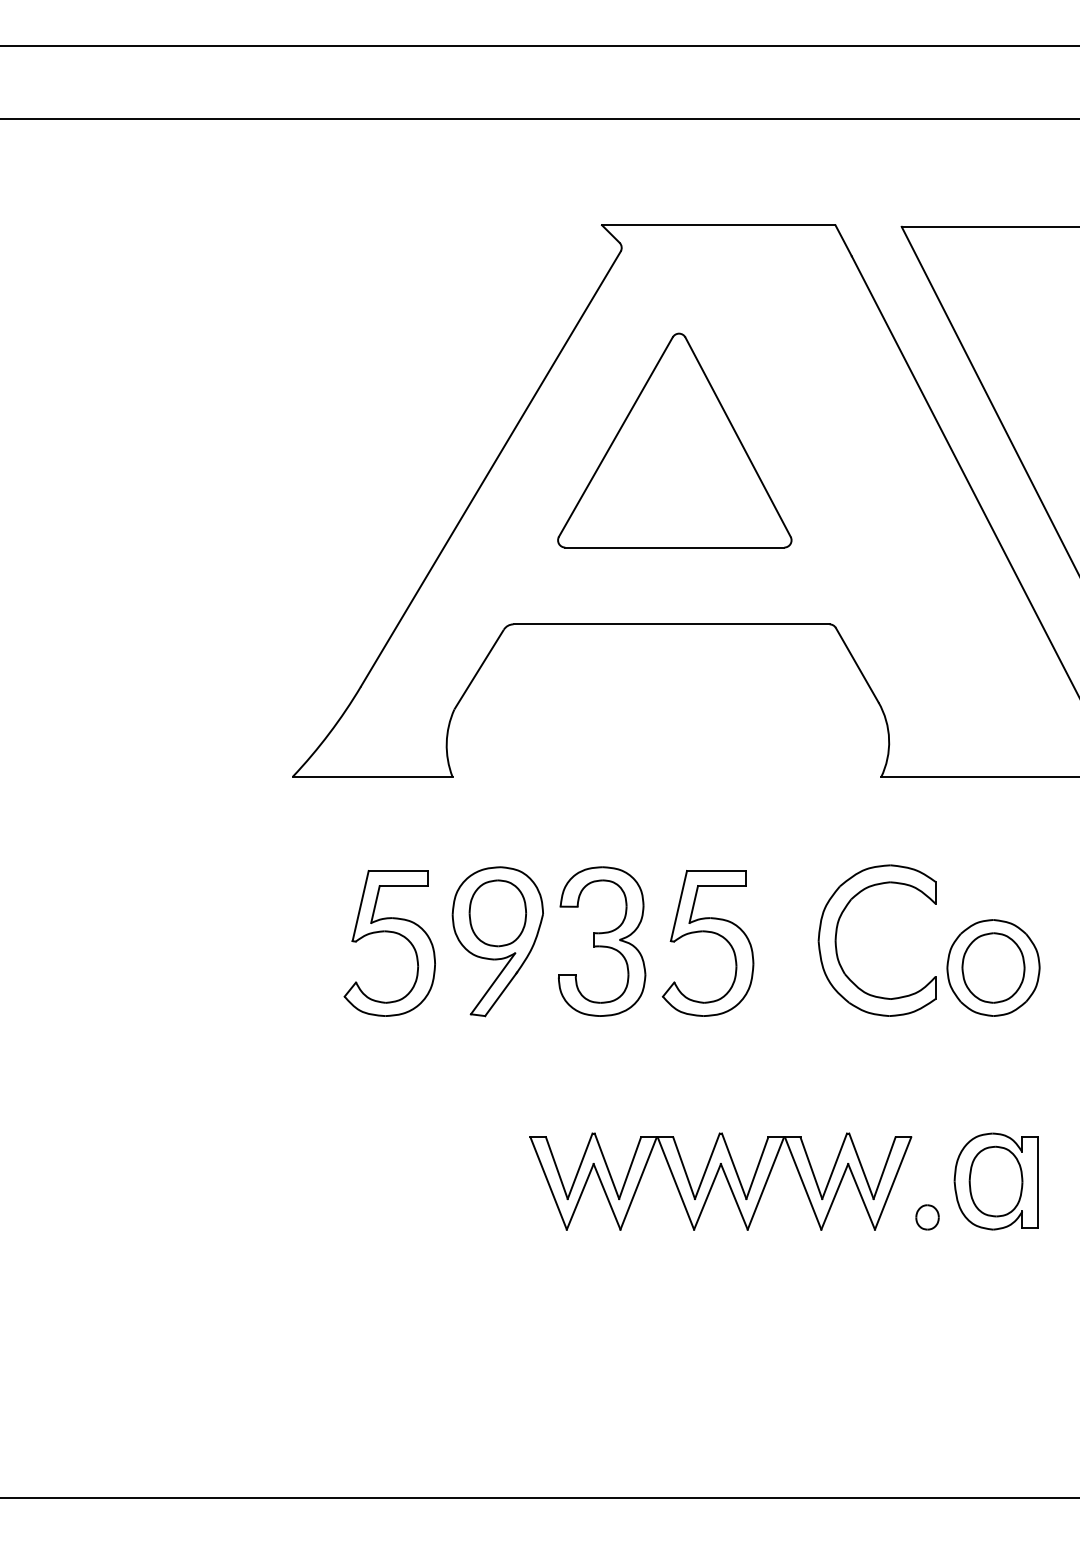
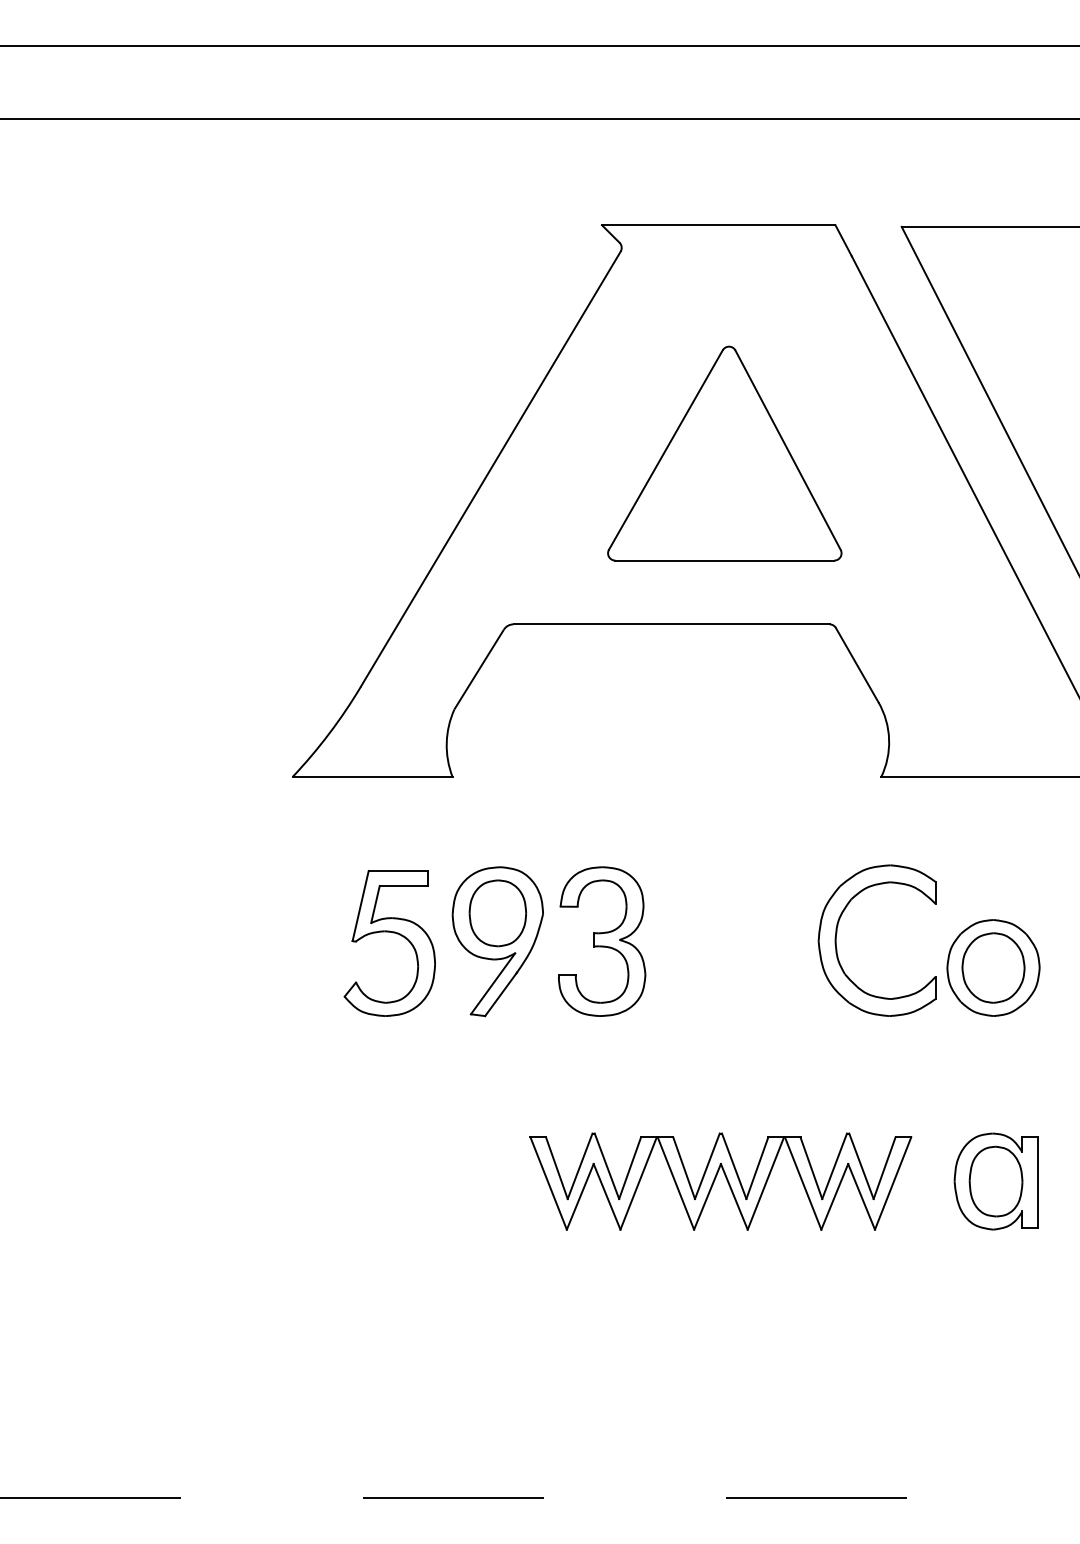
part at (674, 440) position: (674, 440) -> (724, 453)
part at (711, 933): present -> none
part at (927, 1217): present -> none
line at (540, 1497): solid -> dashed
